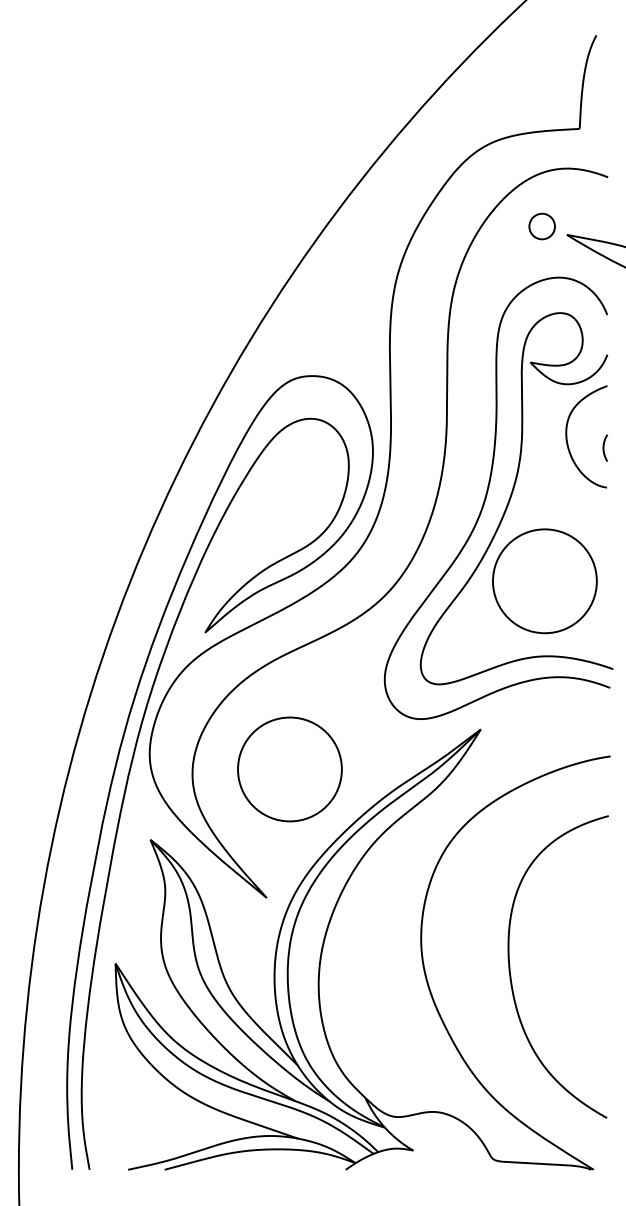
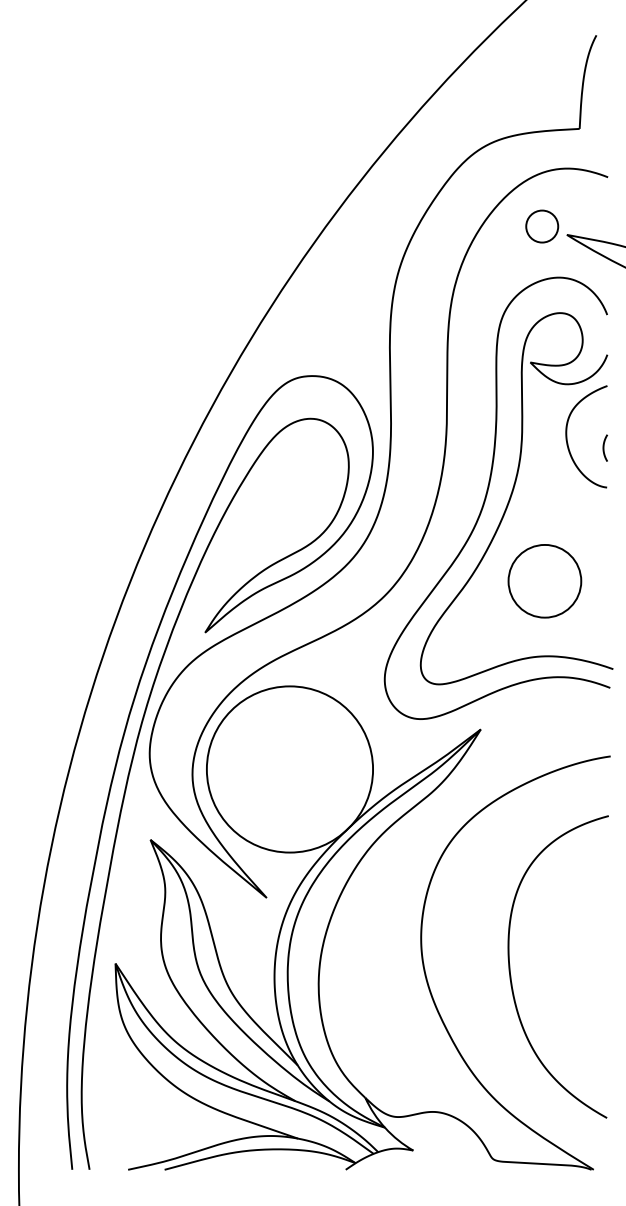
circle at (541, 226) size: 28x29 px -> 35x35 px
circle at (544, 581) diameter: 104 px -> 73 px
circle at (289, 769) diameter: 104 px -> 166 px
